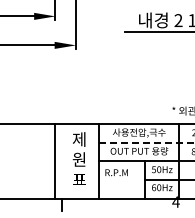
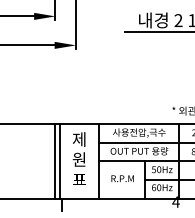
line at (147, 142): dashed -> solid
line at (59, 161): none -> present
text at (116, 172) position: (116, 172) -> (122, 178)
